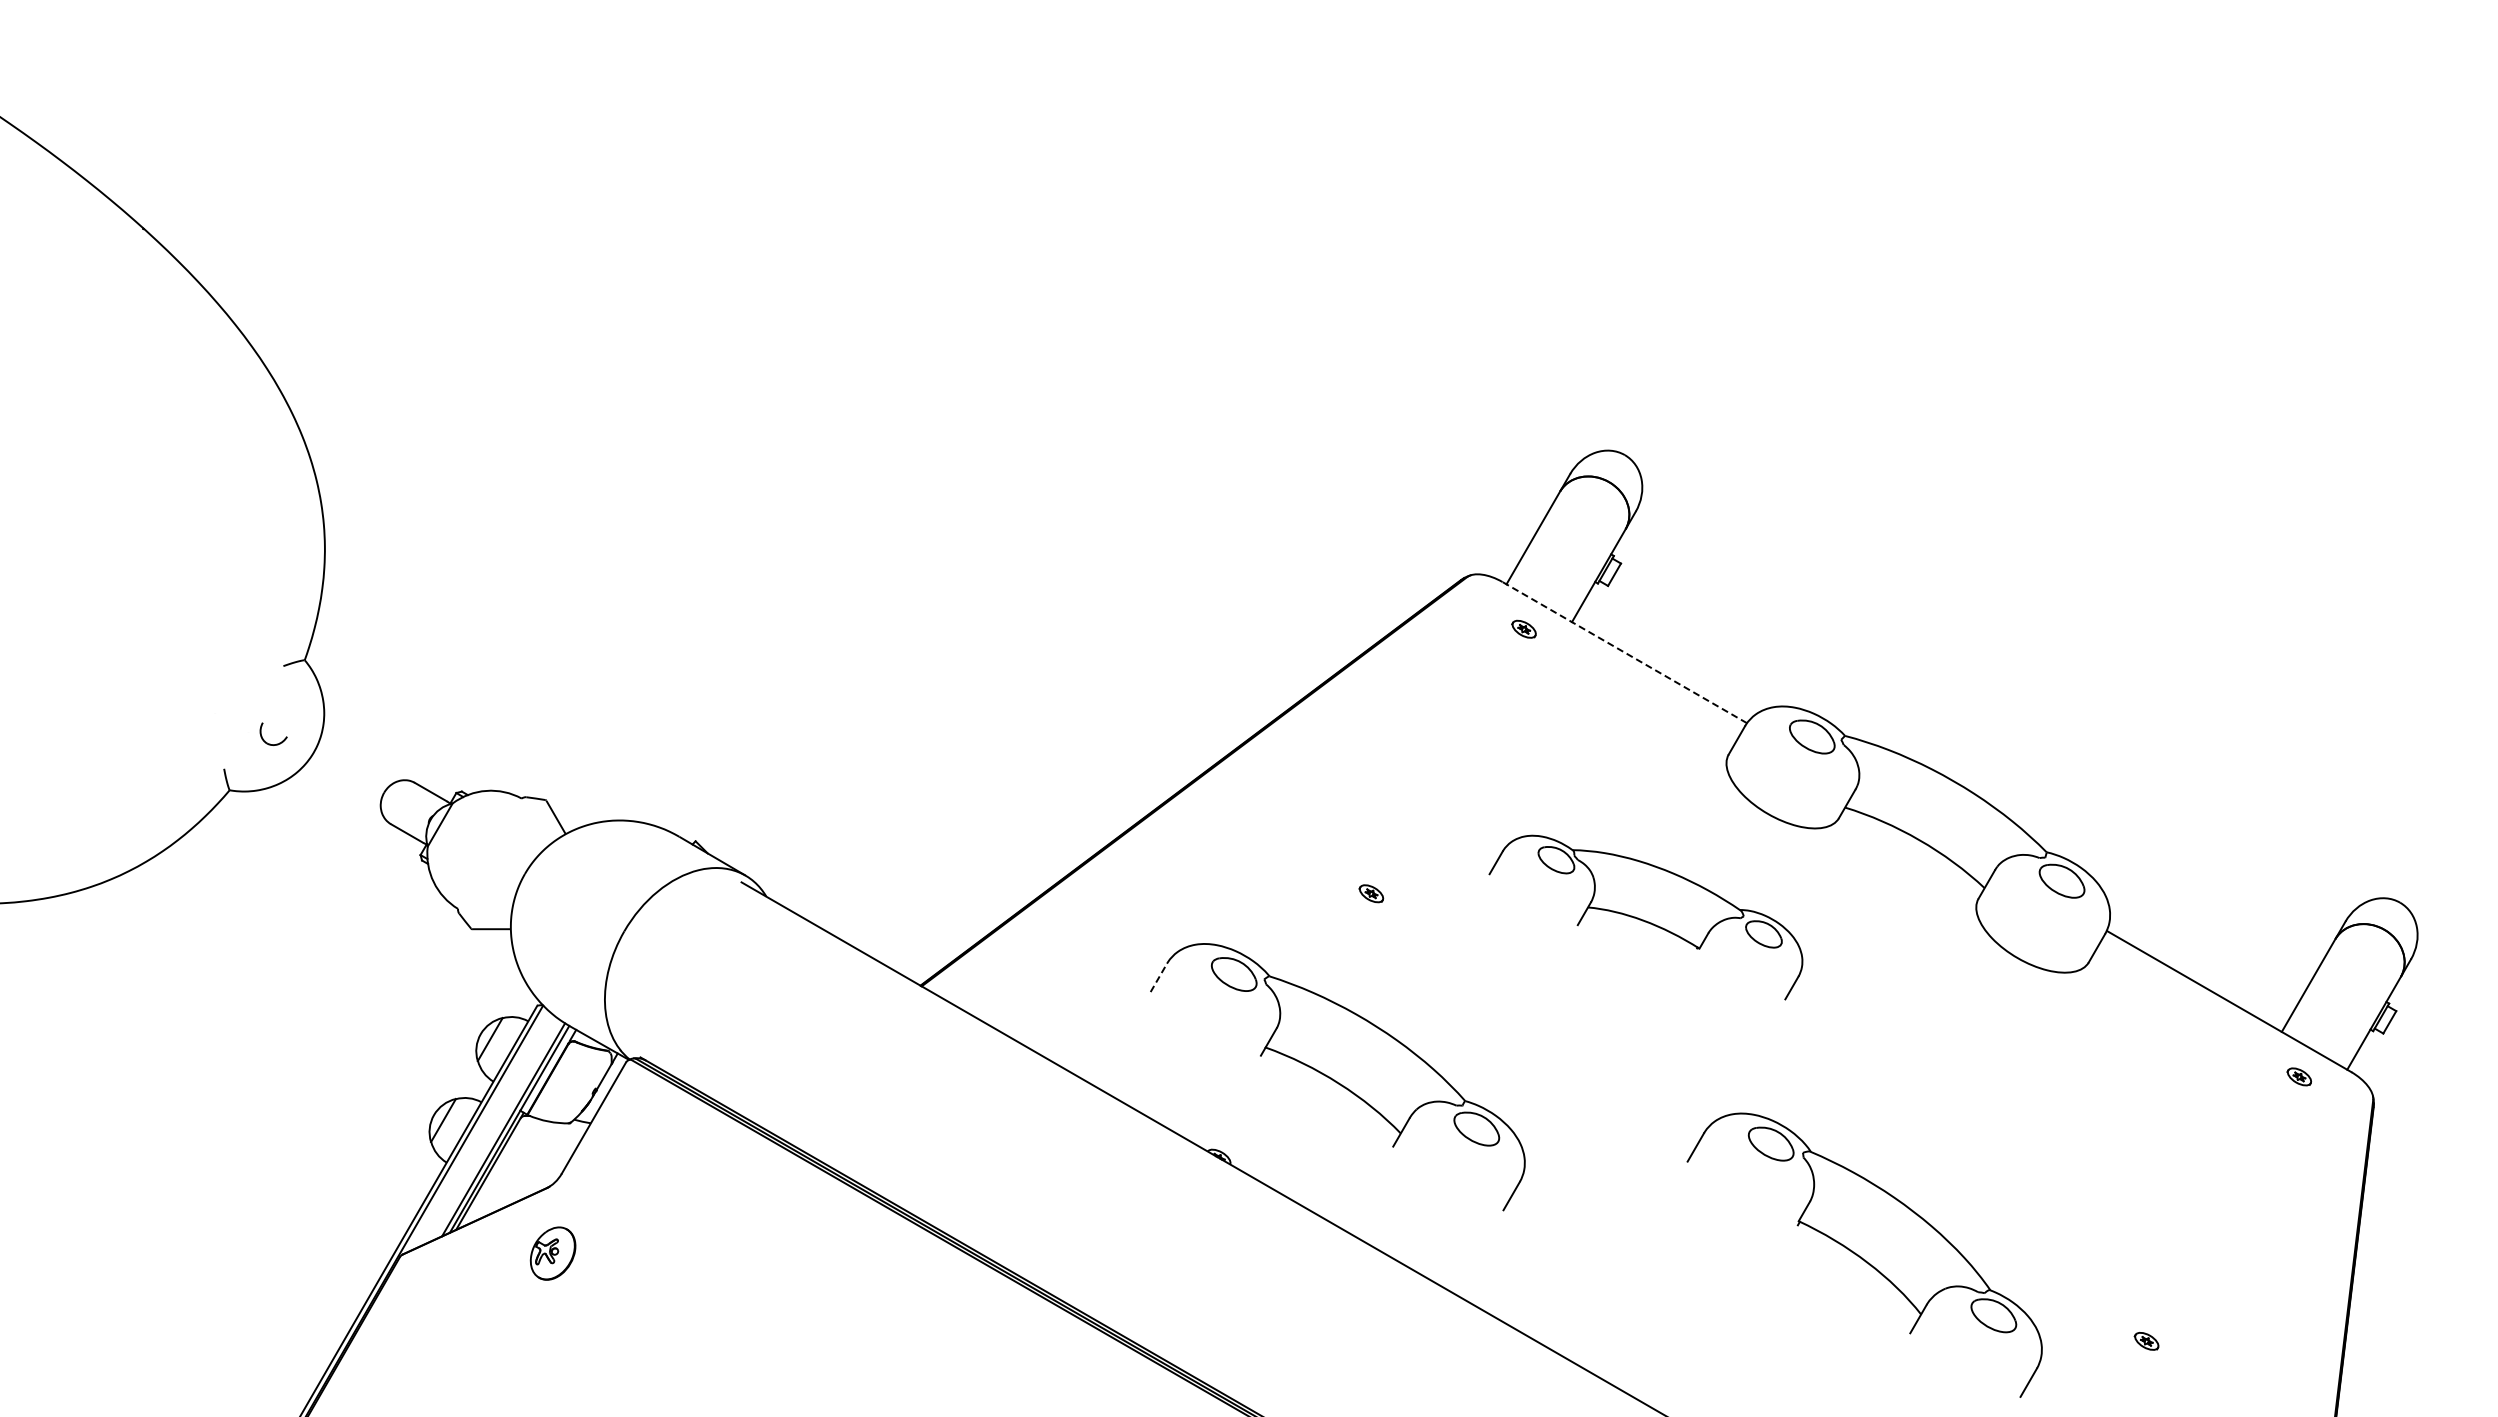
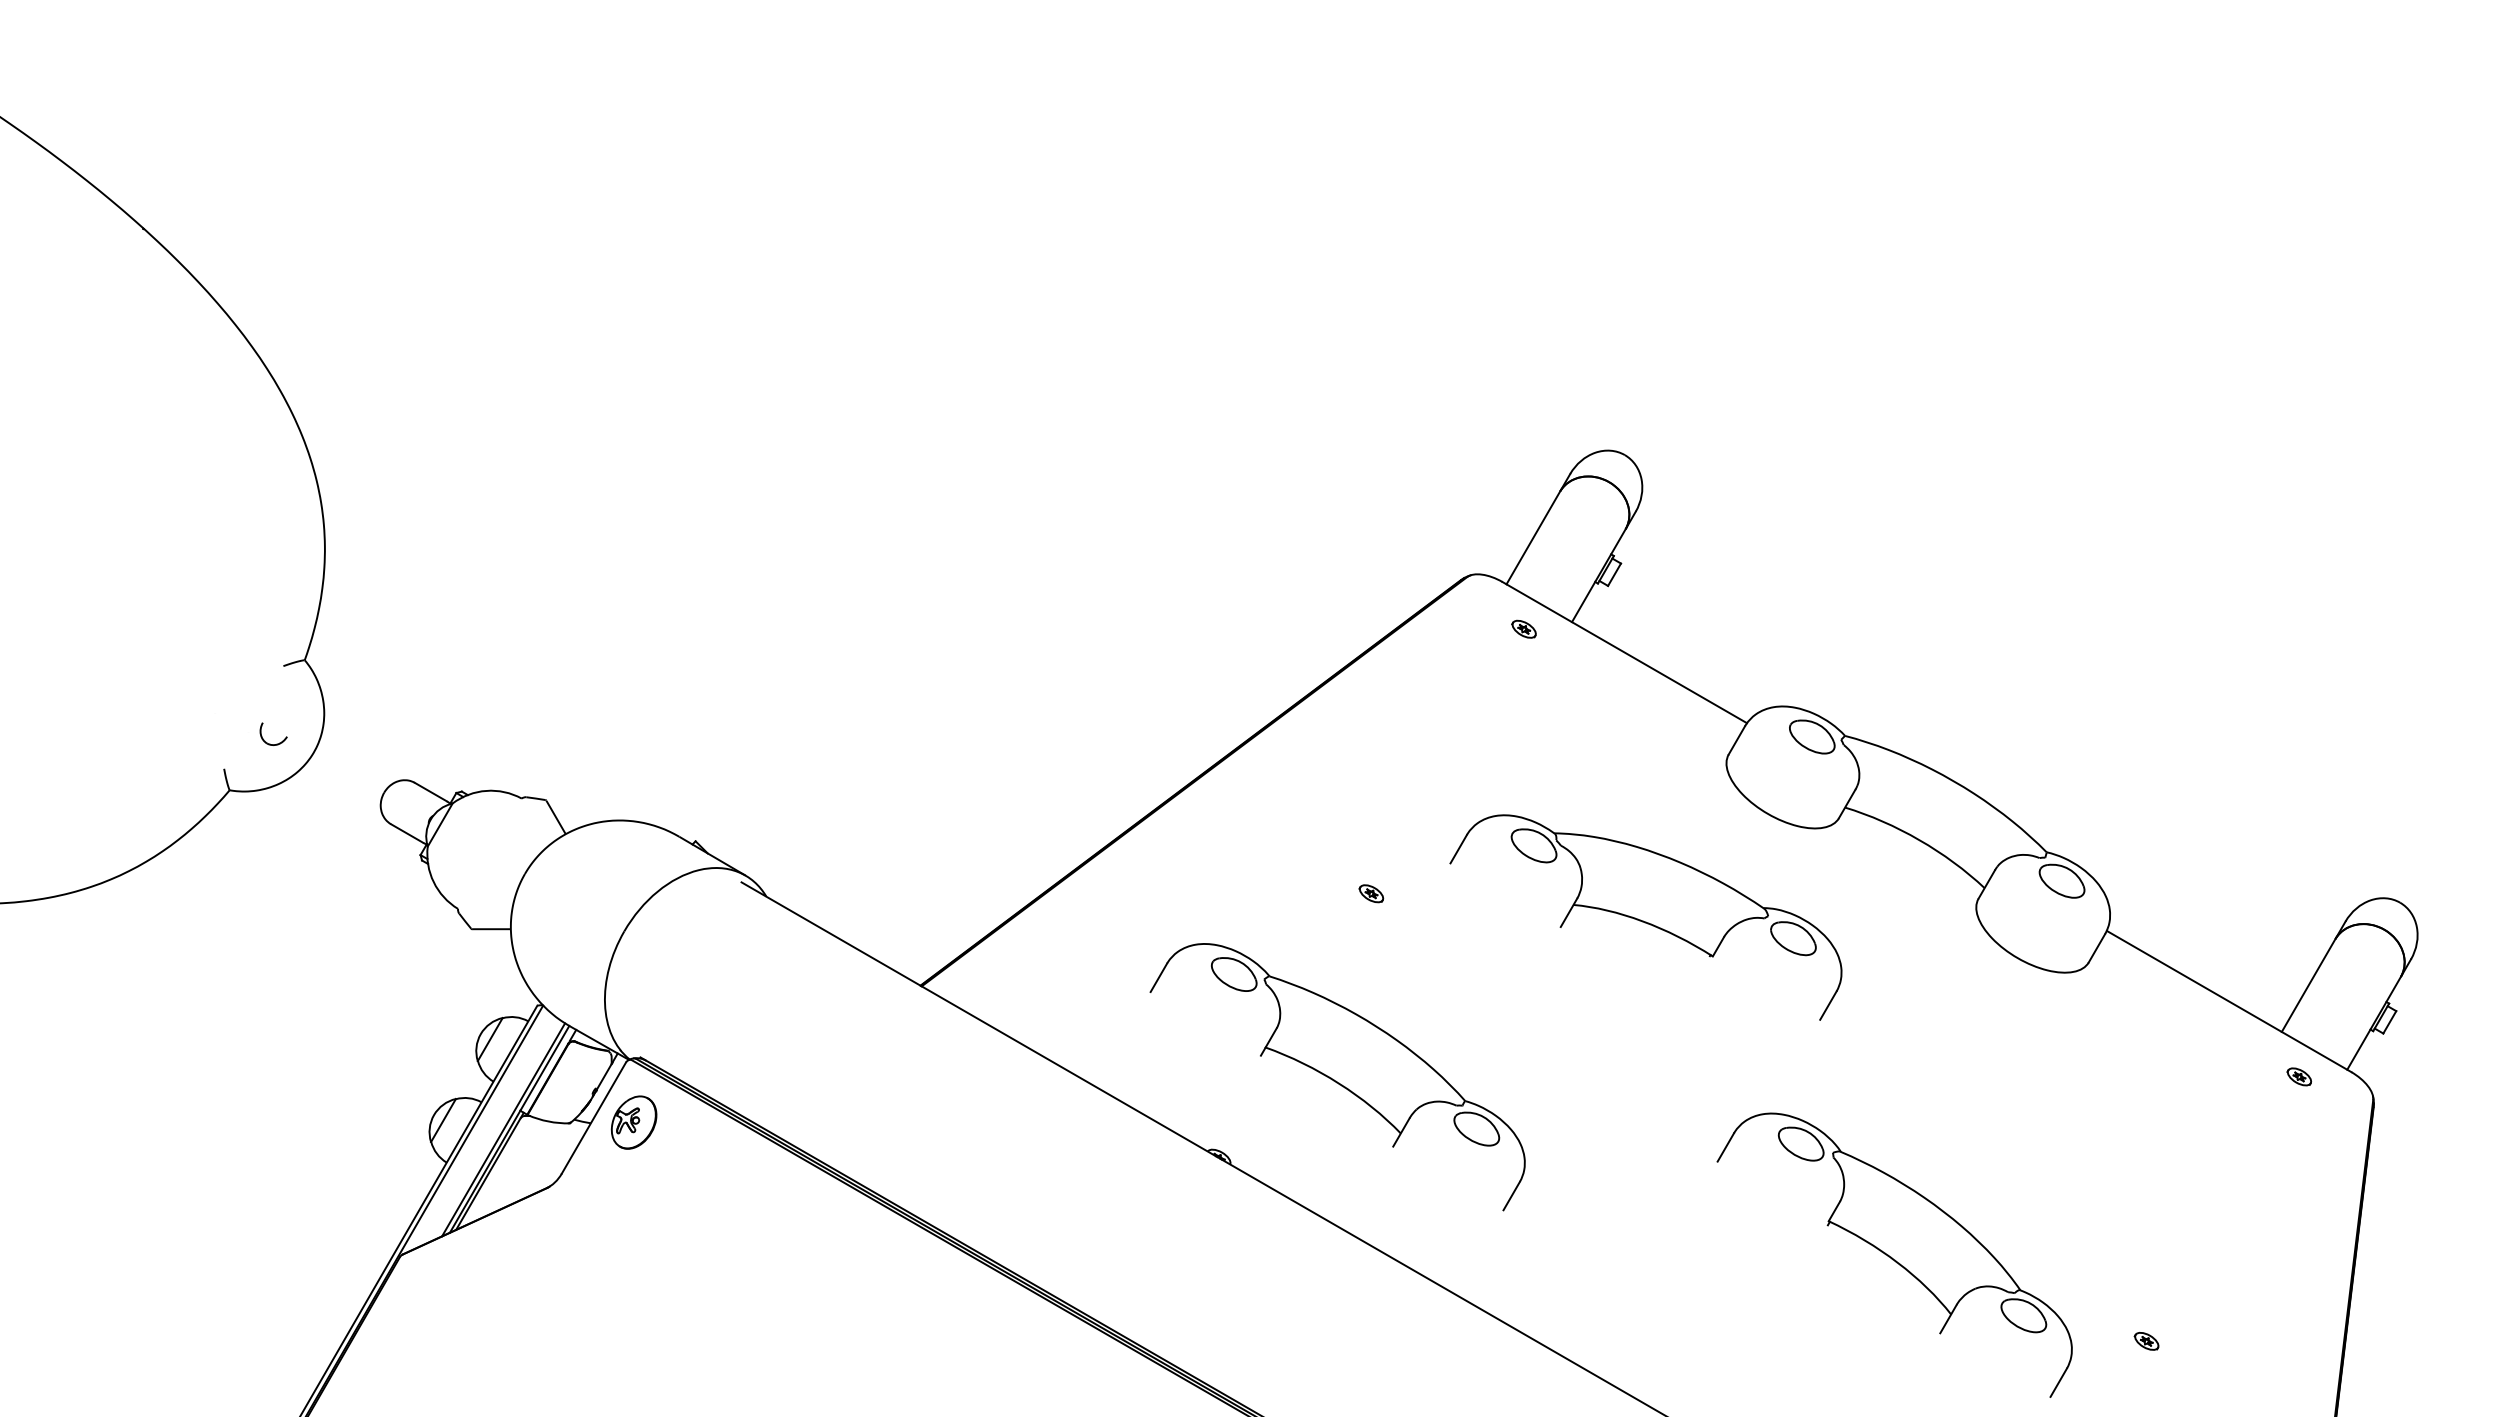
line at (1624, 652): dashed -> solid
part at (1645, 917) size: 316x167 px -> 394x207 px
line at (1159, 977): dashed -> solid
part at (552, 1253) position: (552, 1253) -> (633, 1122)
part at (1864, 1254) position: (1864, 1254) -> (1894, 1254)
